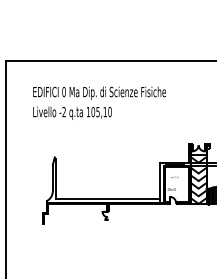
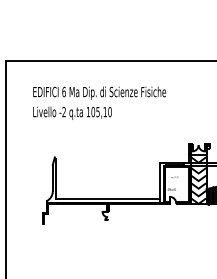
text at (63, 91): 0 -> 6
